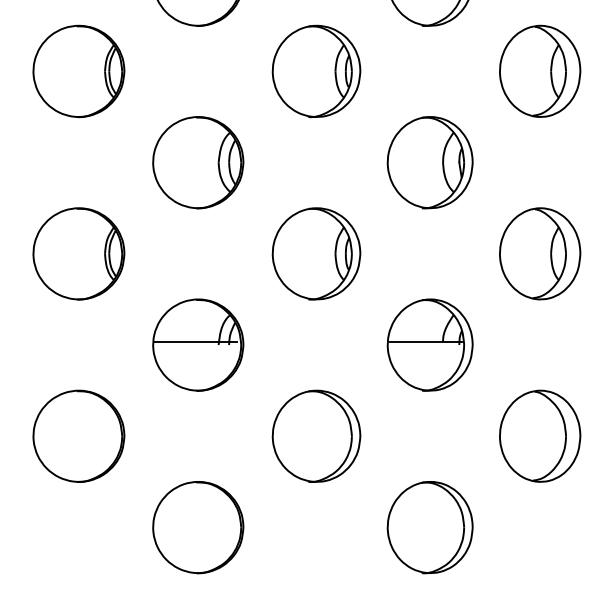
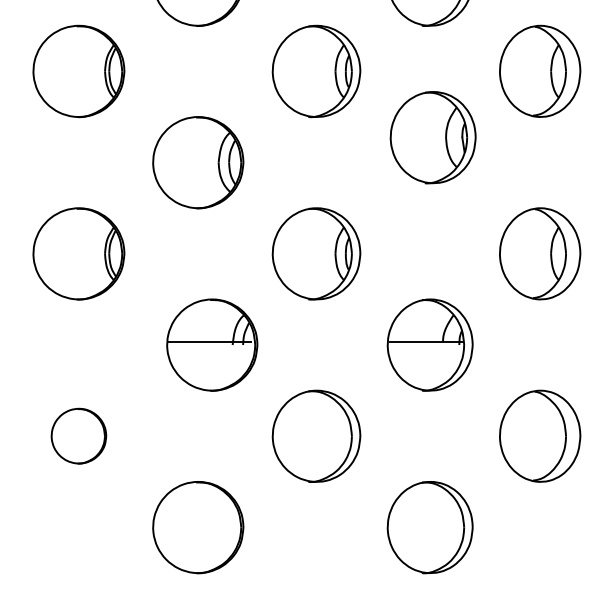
part at (429, 162) position: (429, 162) -> (432, 137)
part at (198, 344) position: (198, 344) -> (212, 344)
part at (78, 435) size: 94x94 px -> 58x58 px
